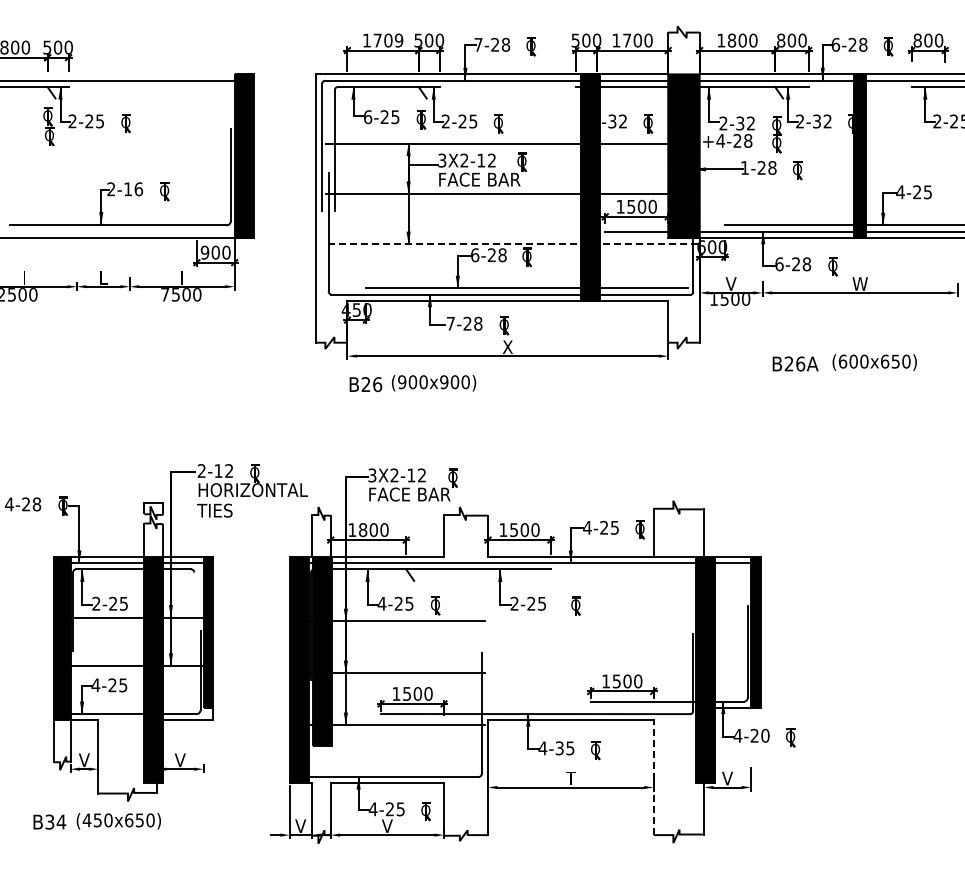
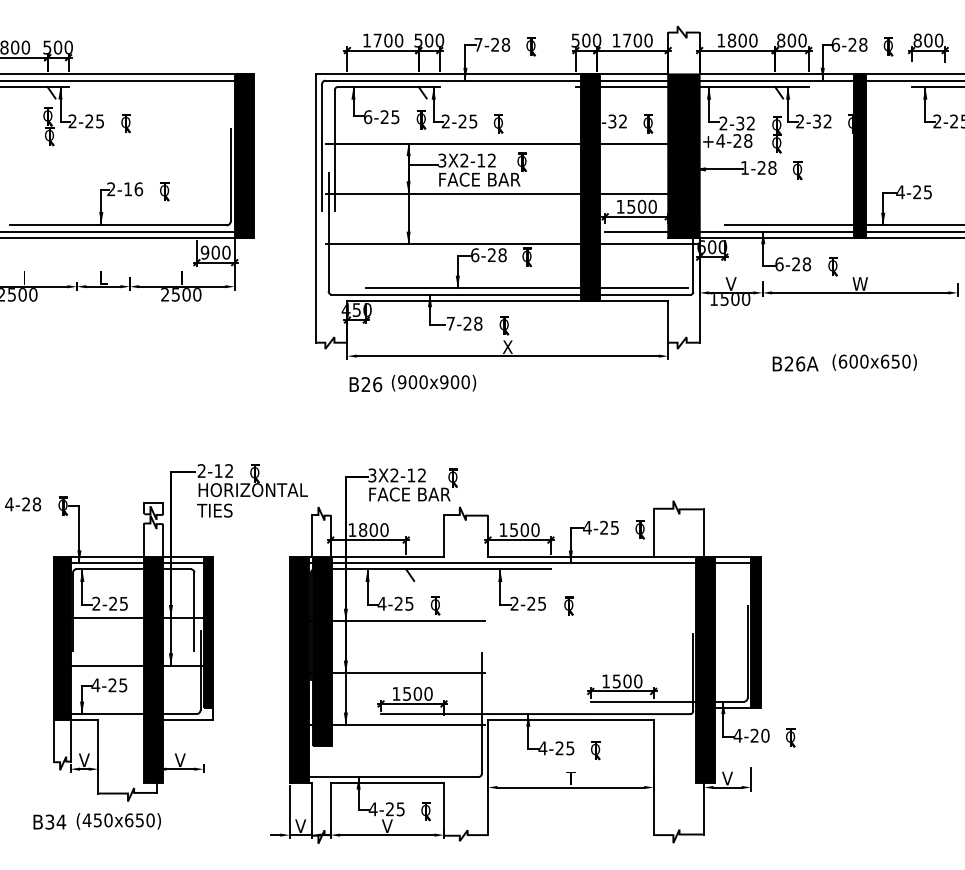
text at (398, 40): 1709 -> 1700
line at (127, 74): none -> present
line at (119, 231): none -> present
line at (511, 244): dashed -> solid
text at (165, 294): 7500 -> 2500
part at (575, 605) position: (575, 605) -> (568, 605)
line at (194, 611): none -> present
text at (559, 748): 4-35 -> 4-25
line at (653, 777): dashed -> solid
